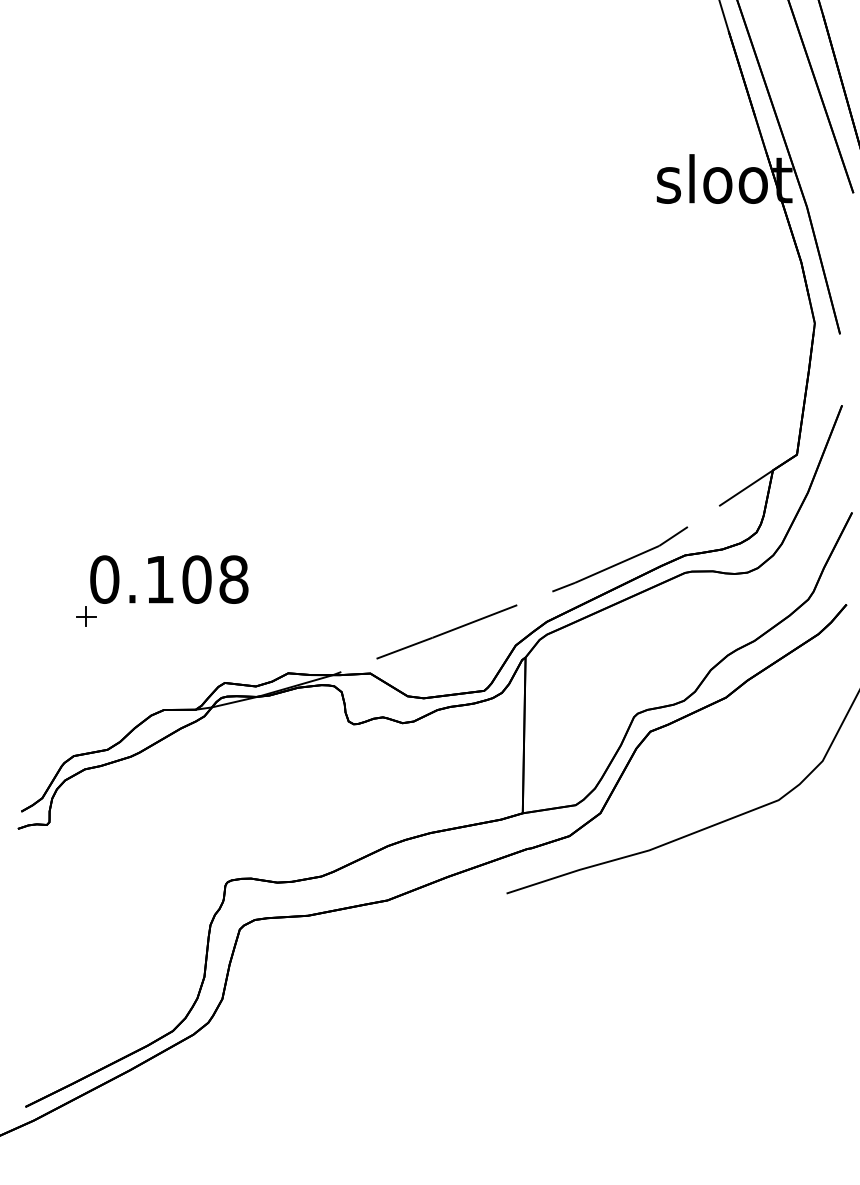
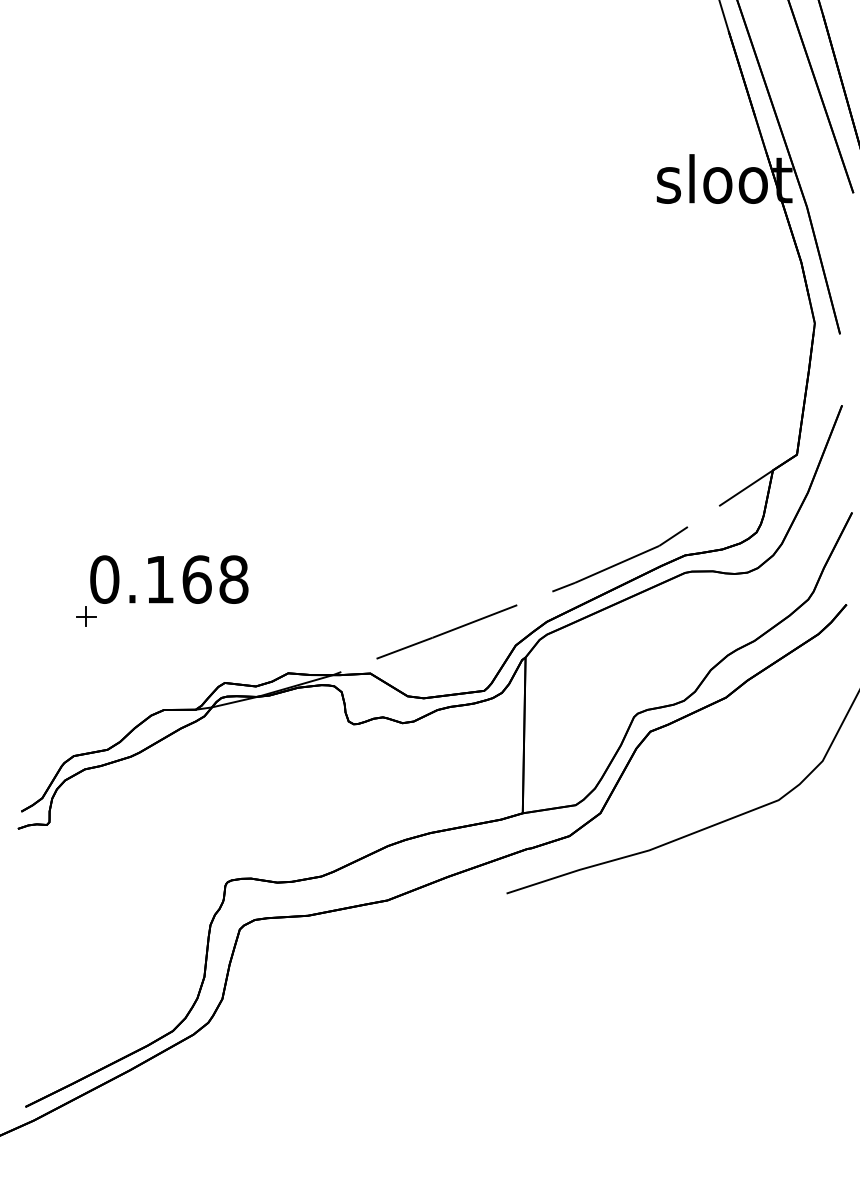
text at (196, 579): 0.108 -> 0.168
